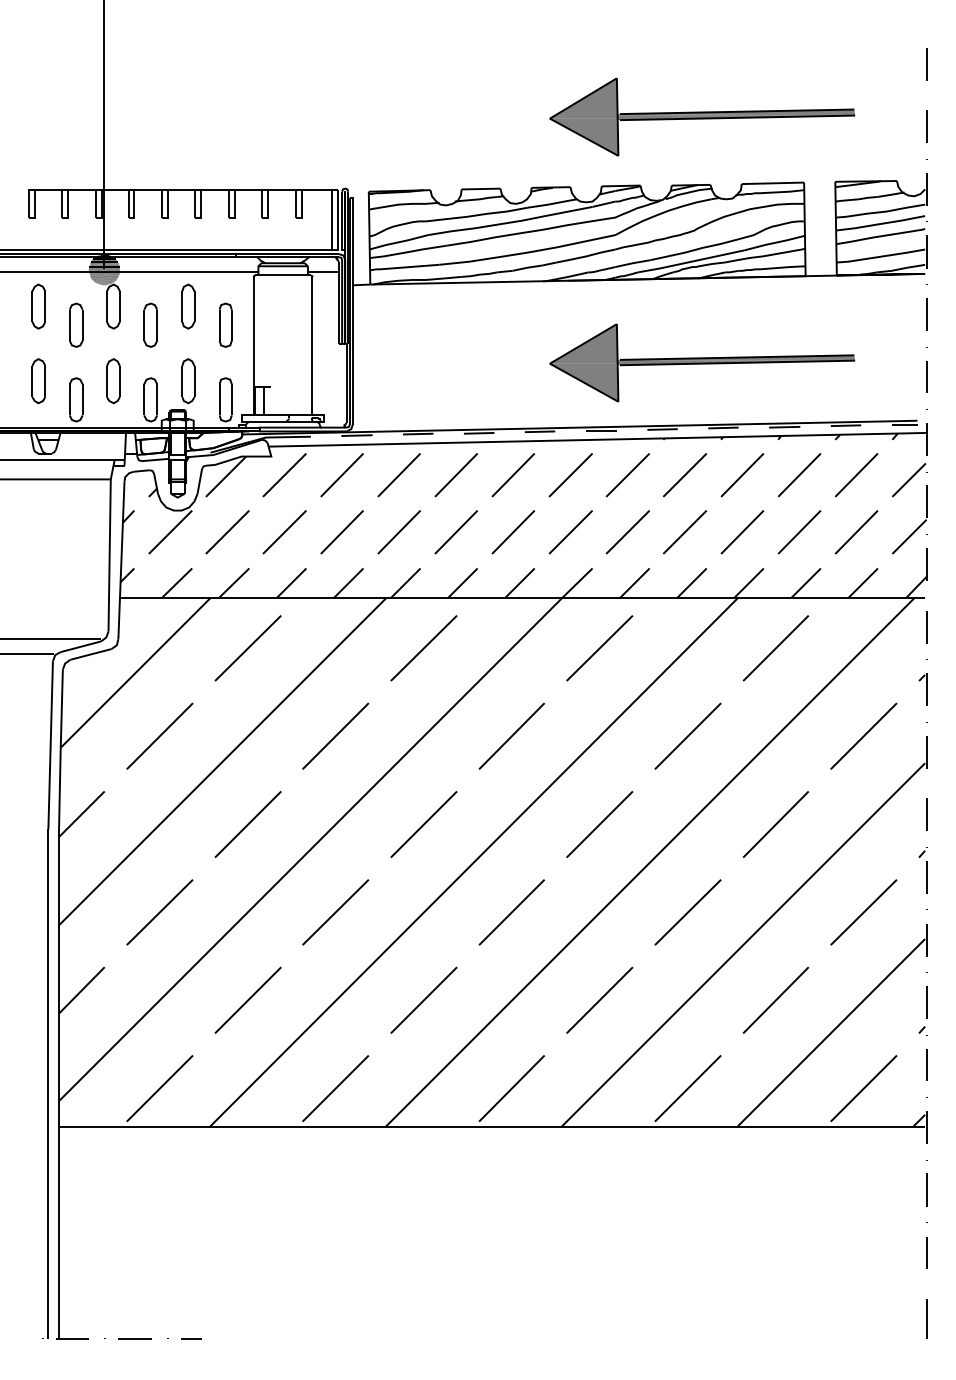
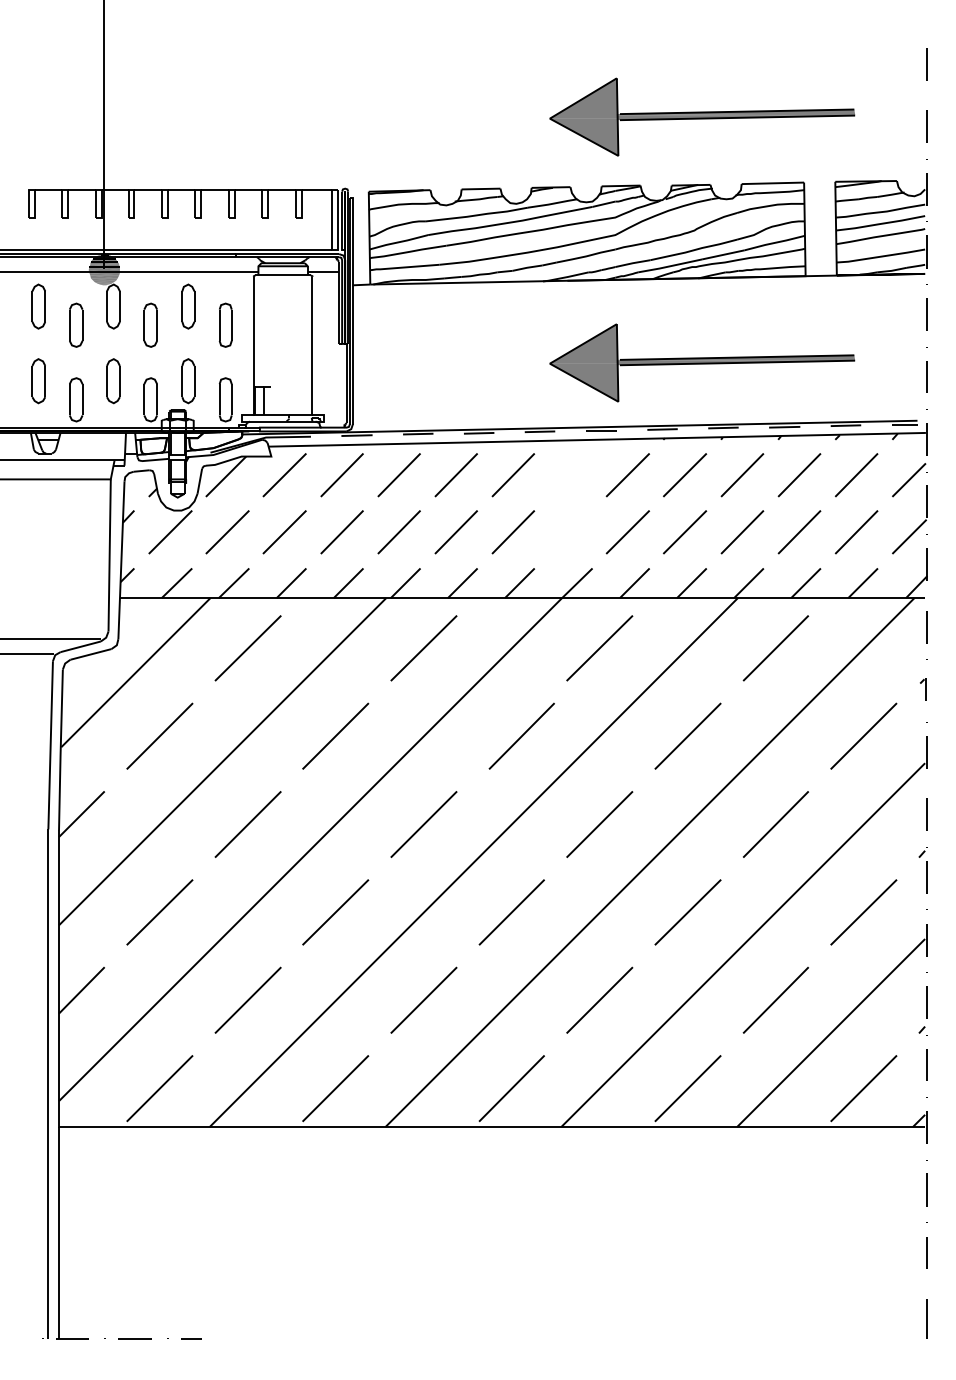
line at (570, 475): present -> none
line at (570, 532): present -> none
part at (922, 689) size: 10x33 px -> 8x23 px
line at (511, 735) position: (511, 735) -> (521, 735)
